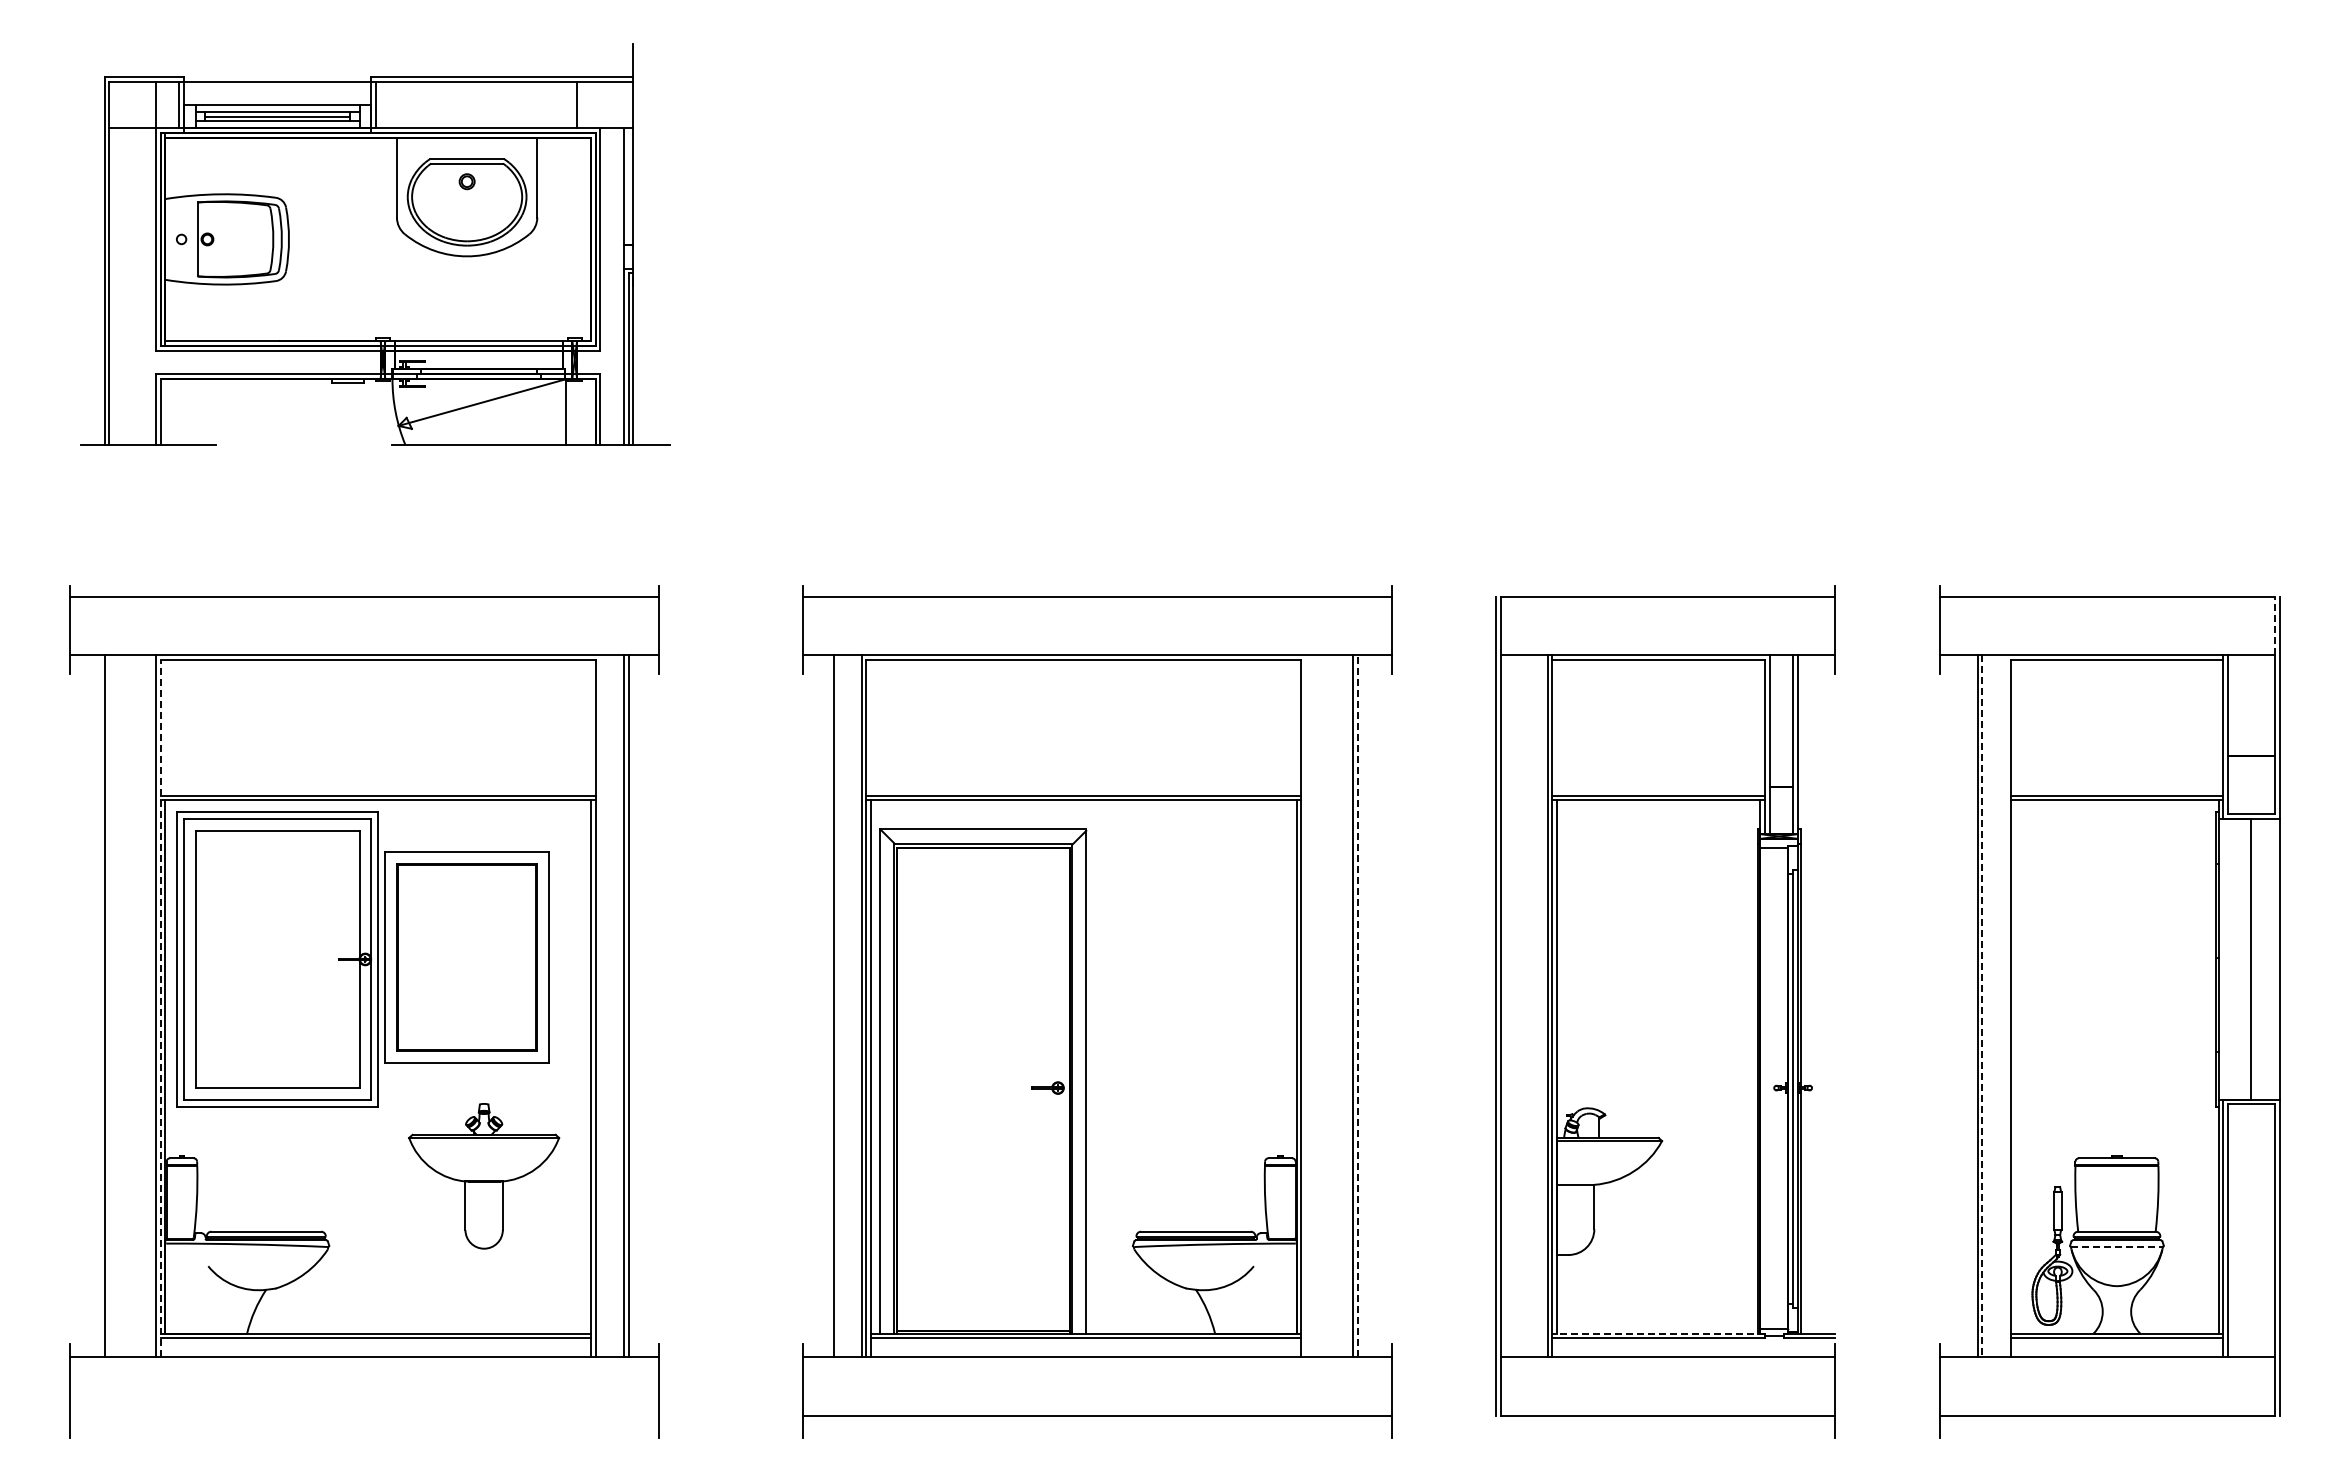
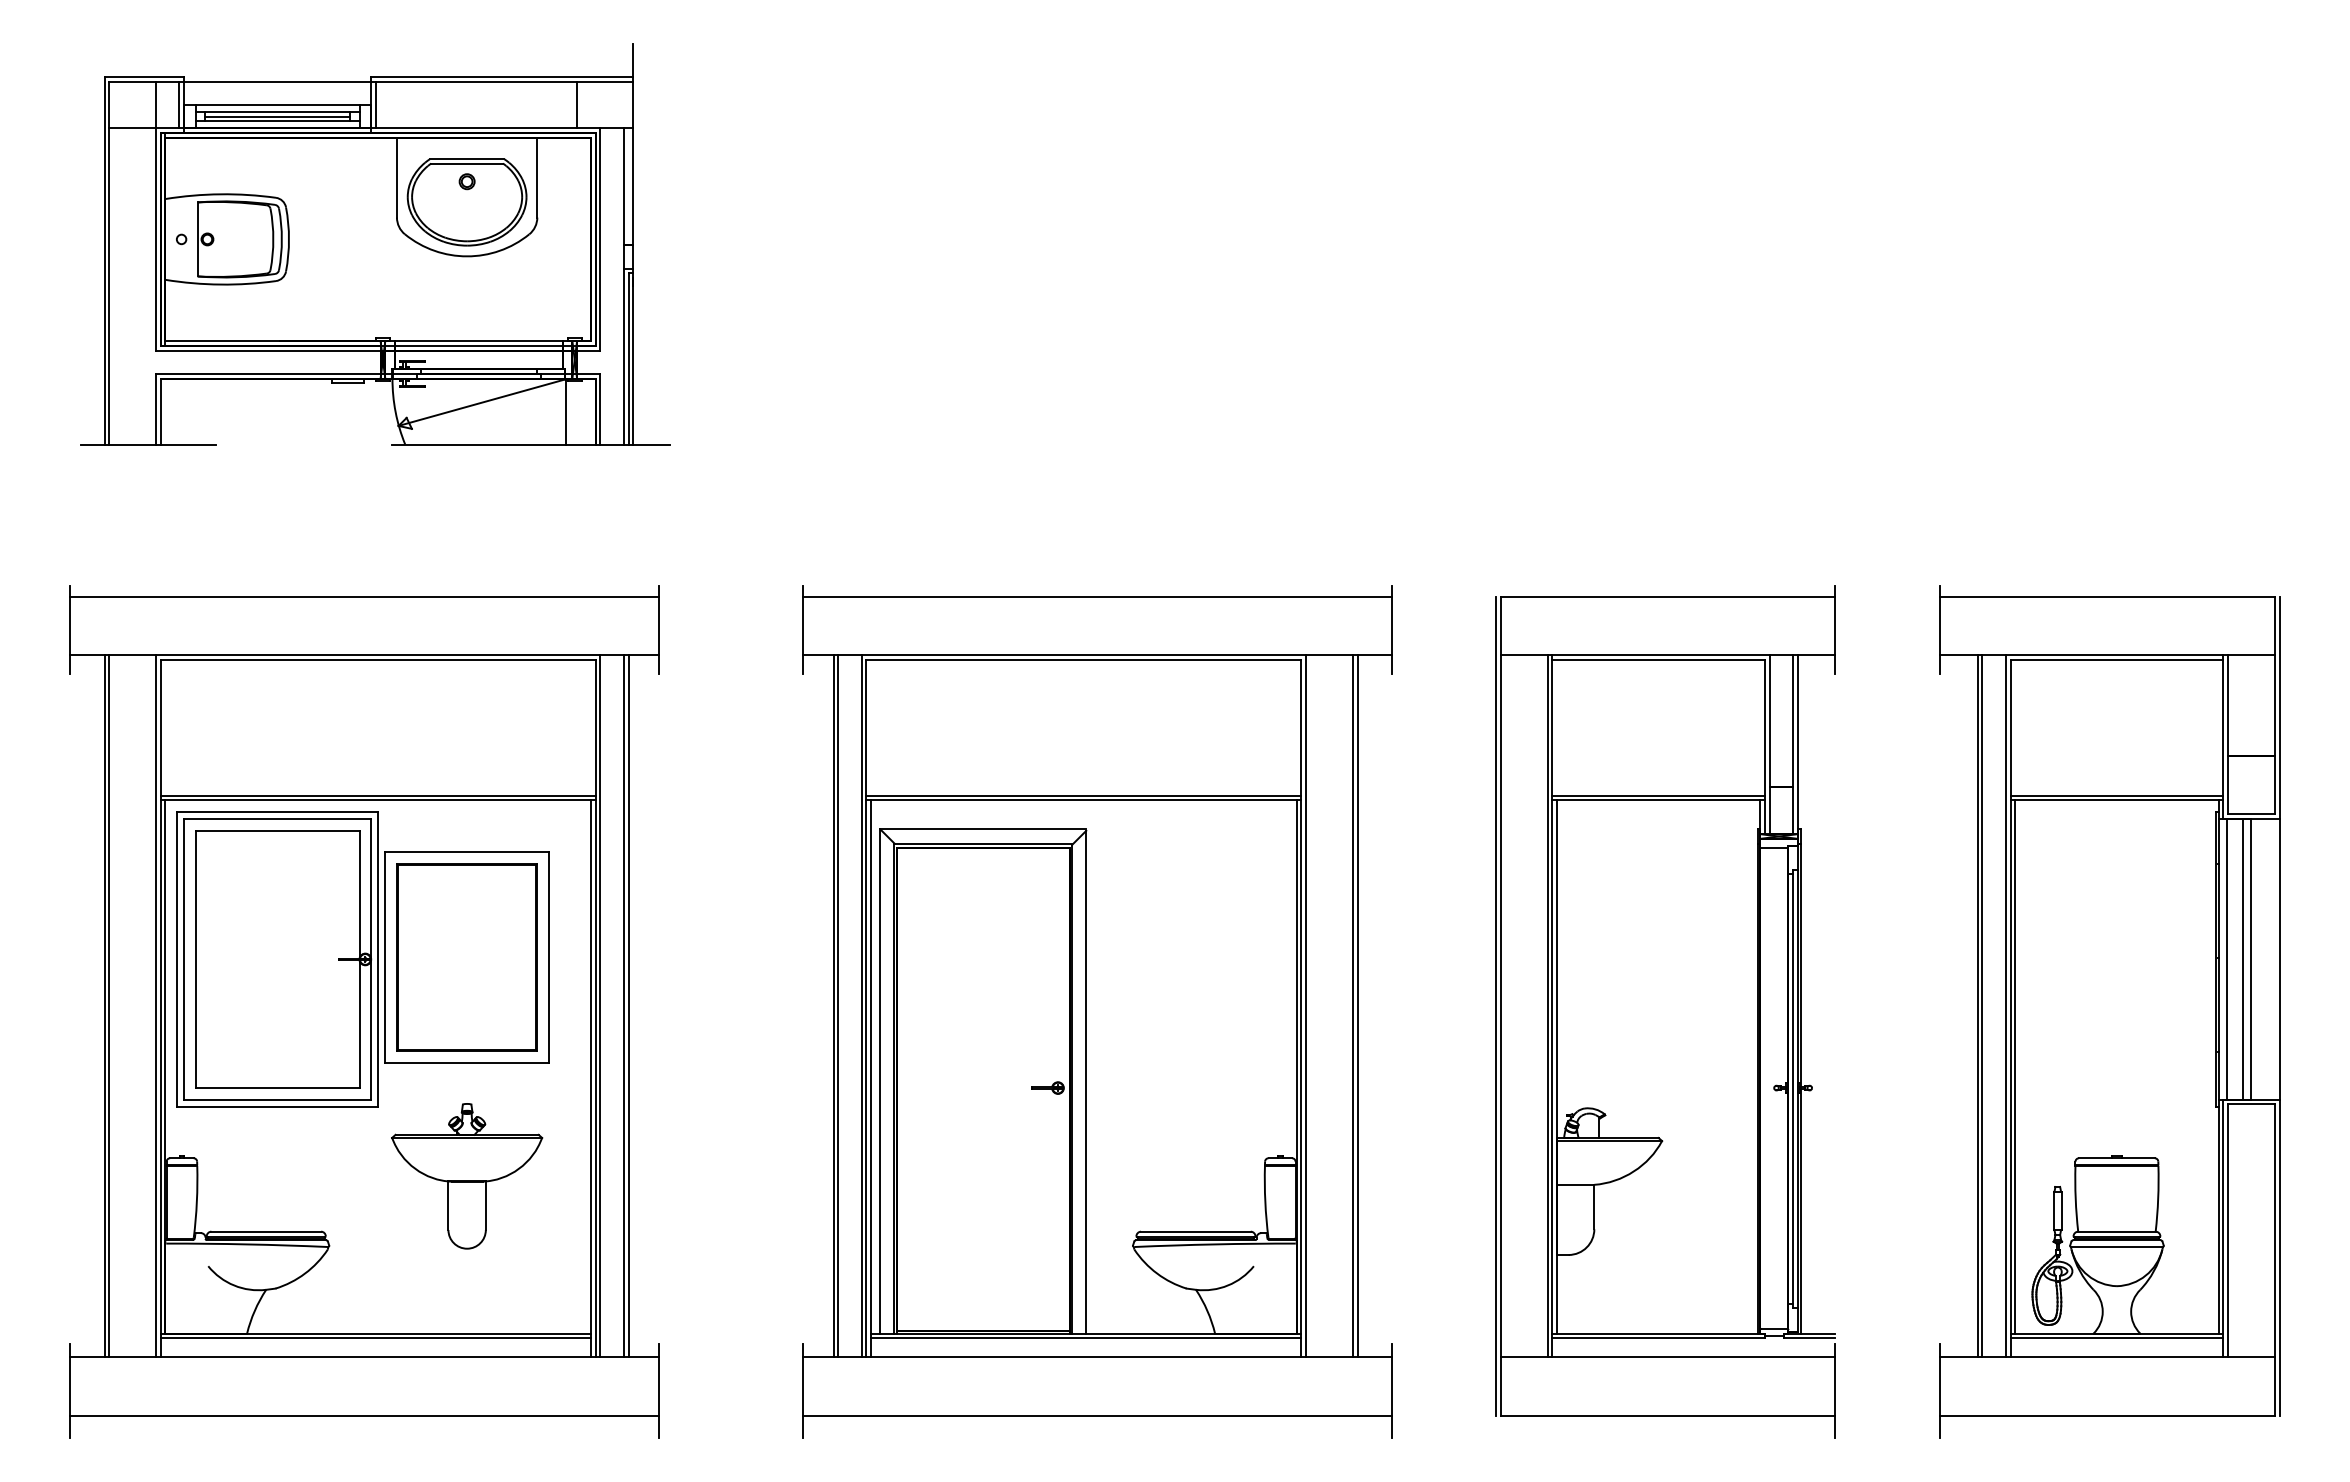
line at (2274, 625): dashed -> solid
line at (2226, 959): none -> present
line at (2243, 959): none -> present
line at (109, 1006): none -> present
line at (600, 1006): none -> present
line at (838, 1006): none -> present
line at (1306, 1006): none -> present
line at (1357, 1006): dashed -> solid
line at (1982, 1006): dashed -> solid
line at (2005, 1006): none -> present
line at (160, 1008): dashed -> solid
line at (2015, 1066): none -> present
part at (484, 1176) position: (484, 1176) -> (467, 1176)
line at (2116, 1247): dashed -> solid
line at (1658, 1333): dashed -> solid
line at (364, 1415): none -> present
